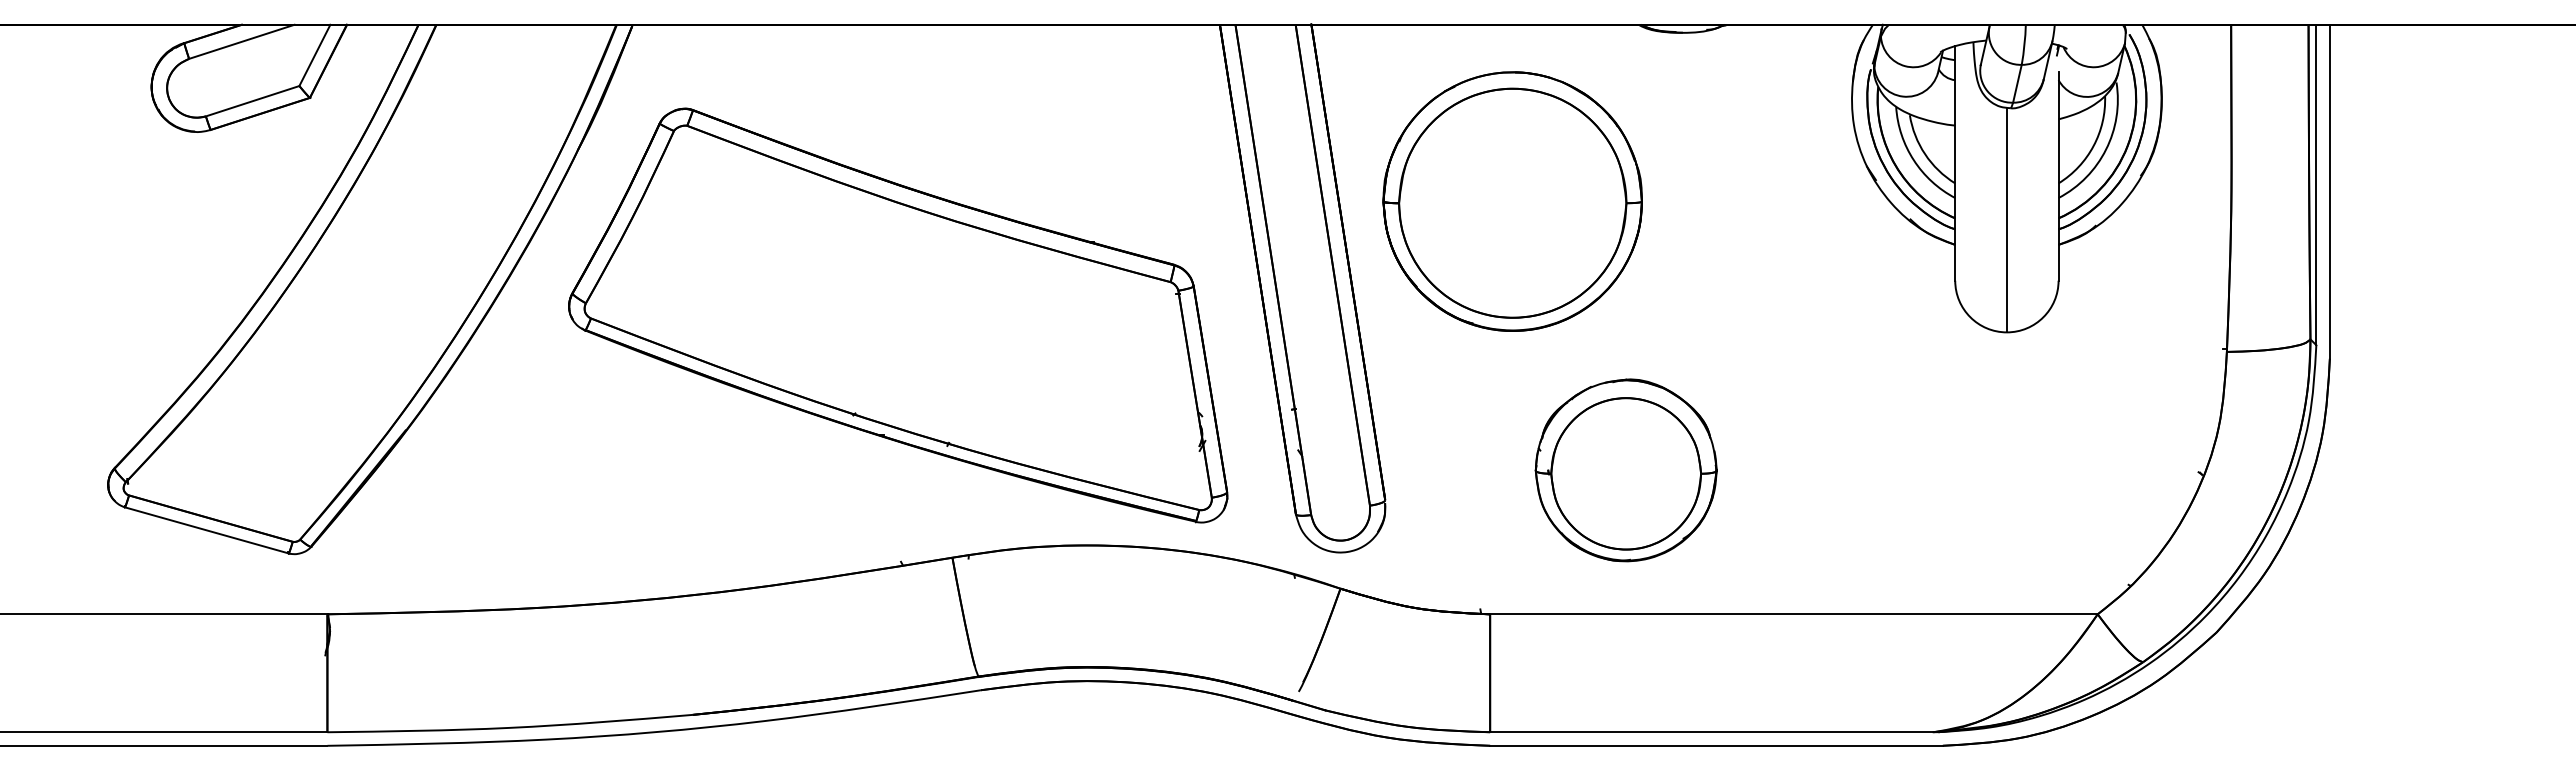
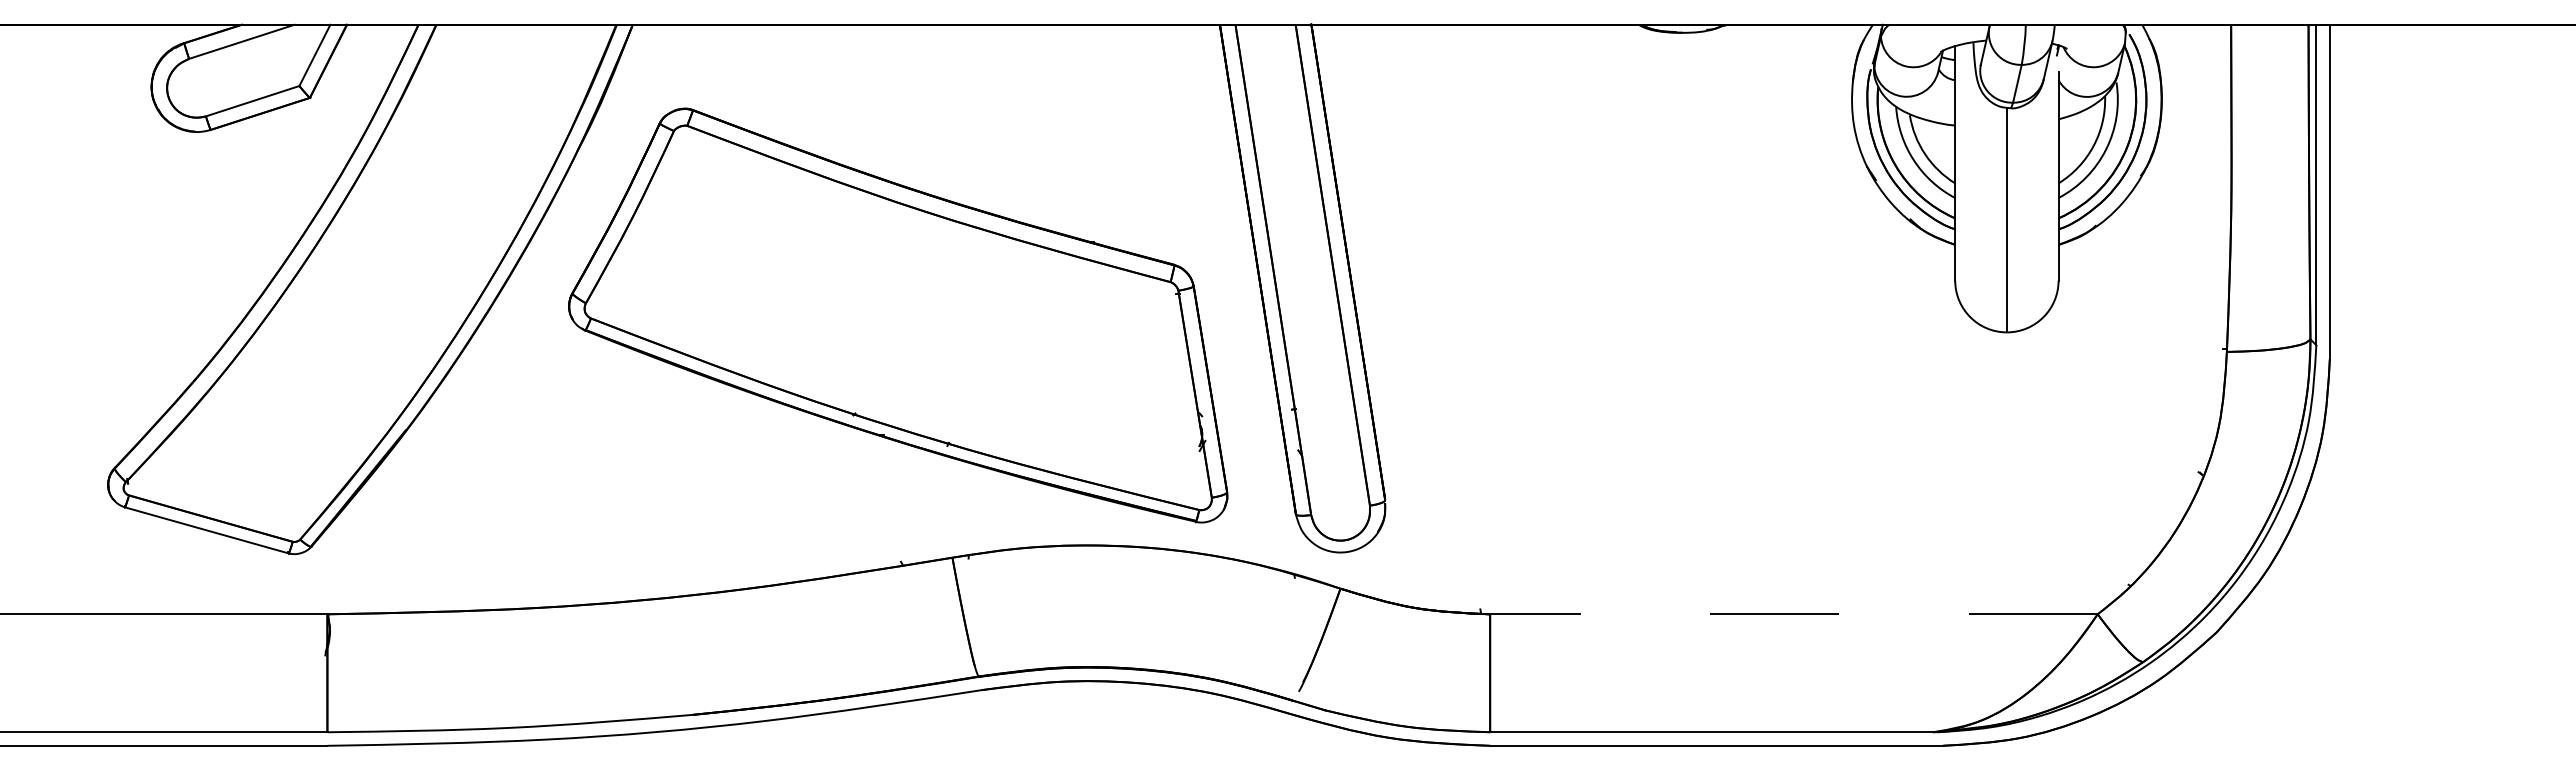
part at (1512, 201): present -> none
part at (1625, 470): present -> none
line at (1793, 614): solid -> dashed
